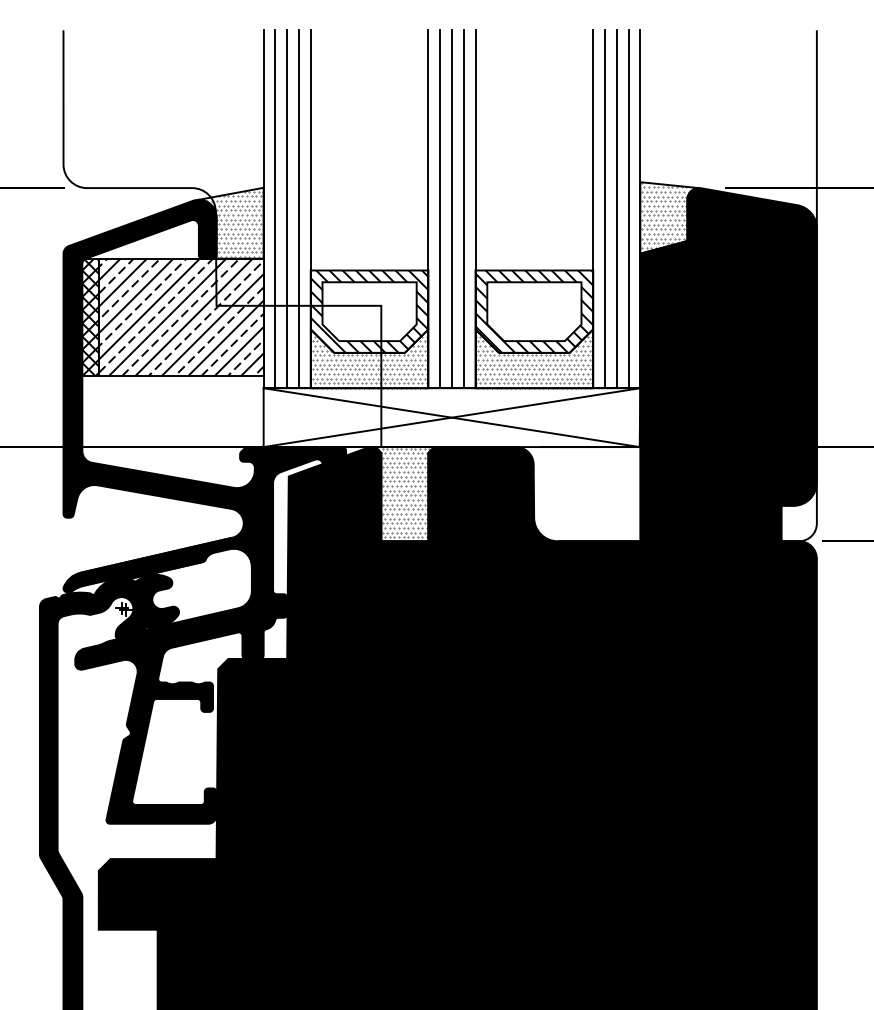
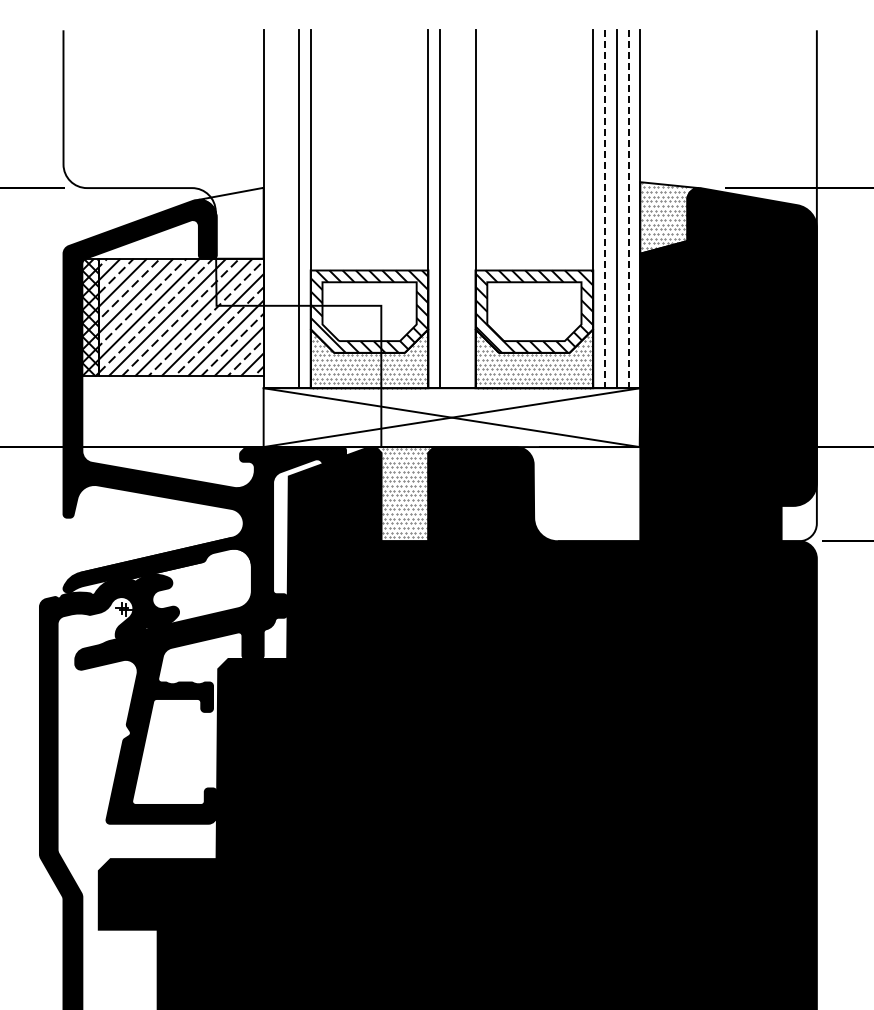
line at (275, 209): present -> none
line at (287, 209): present -> none
line at (451, 209): present -> none
line at (463, 209): present -> none
line at (605, 209): solid -> dashed
line at (628, 209): solid -> dashed
hatch at (235, 224): present -> none
